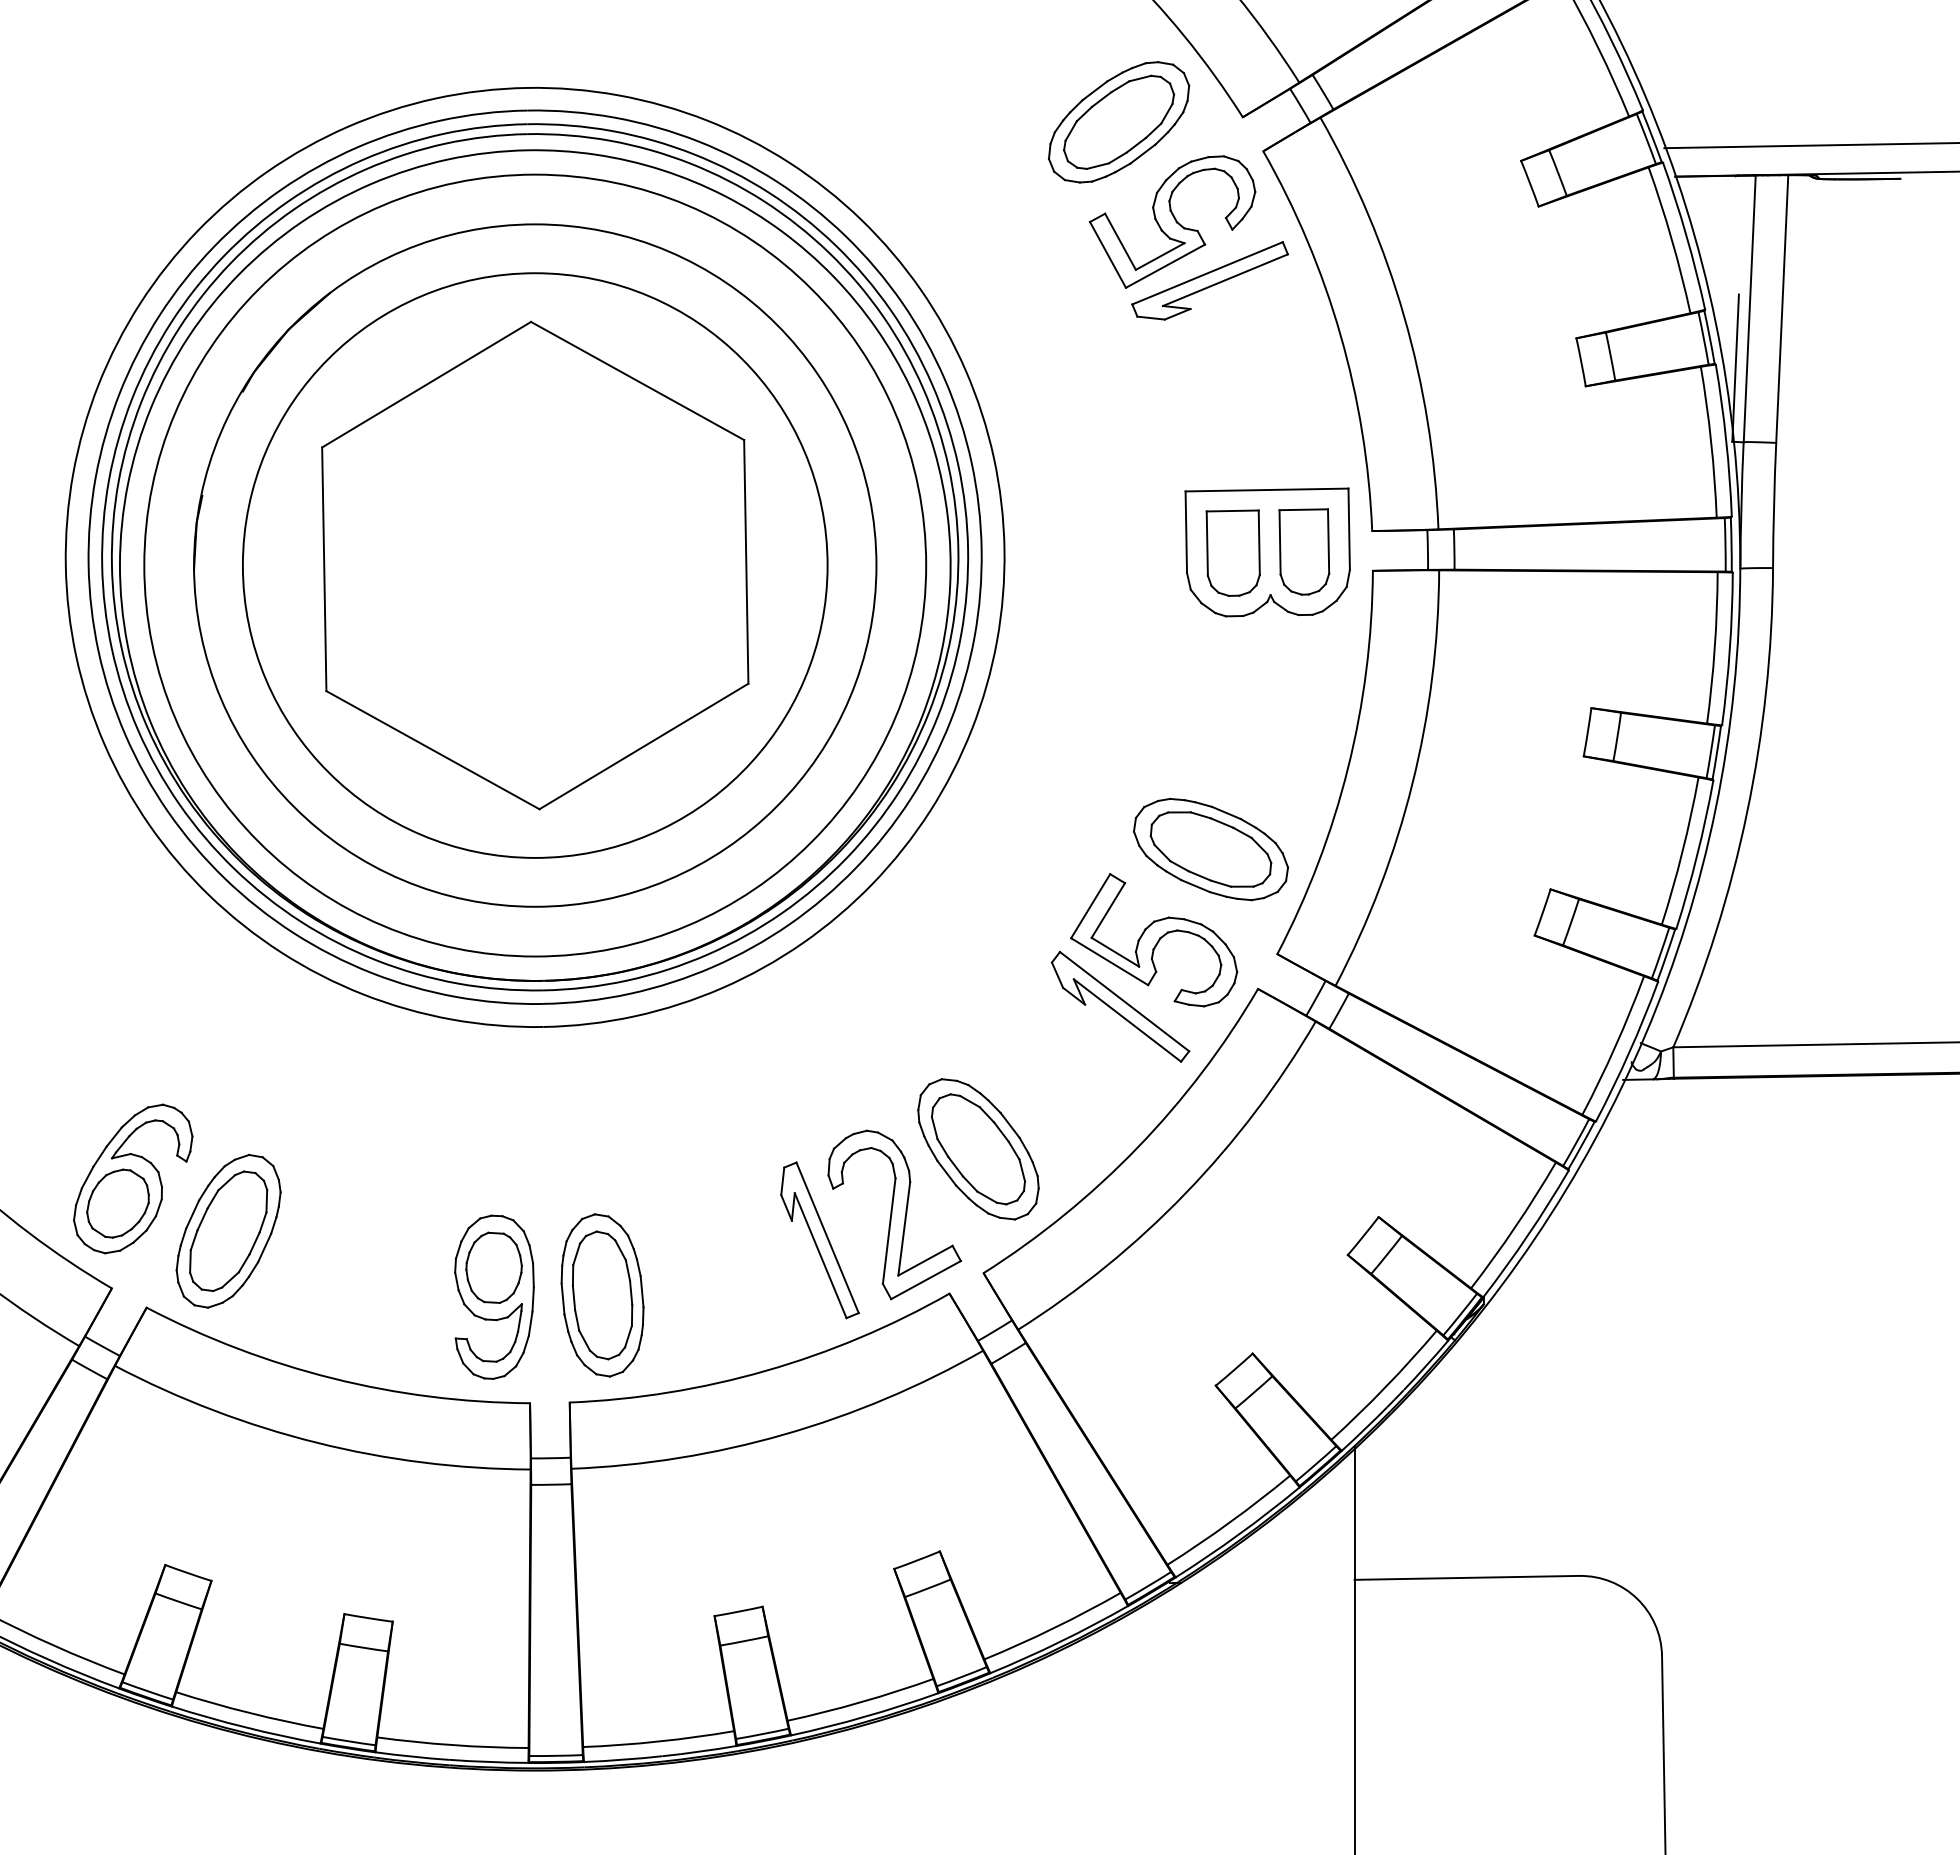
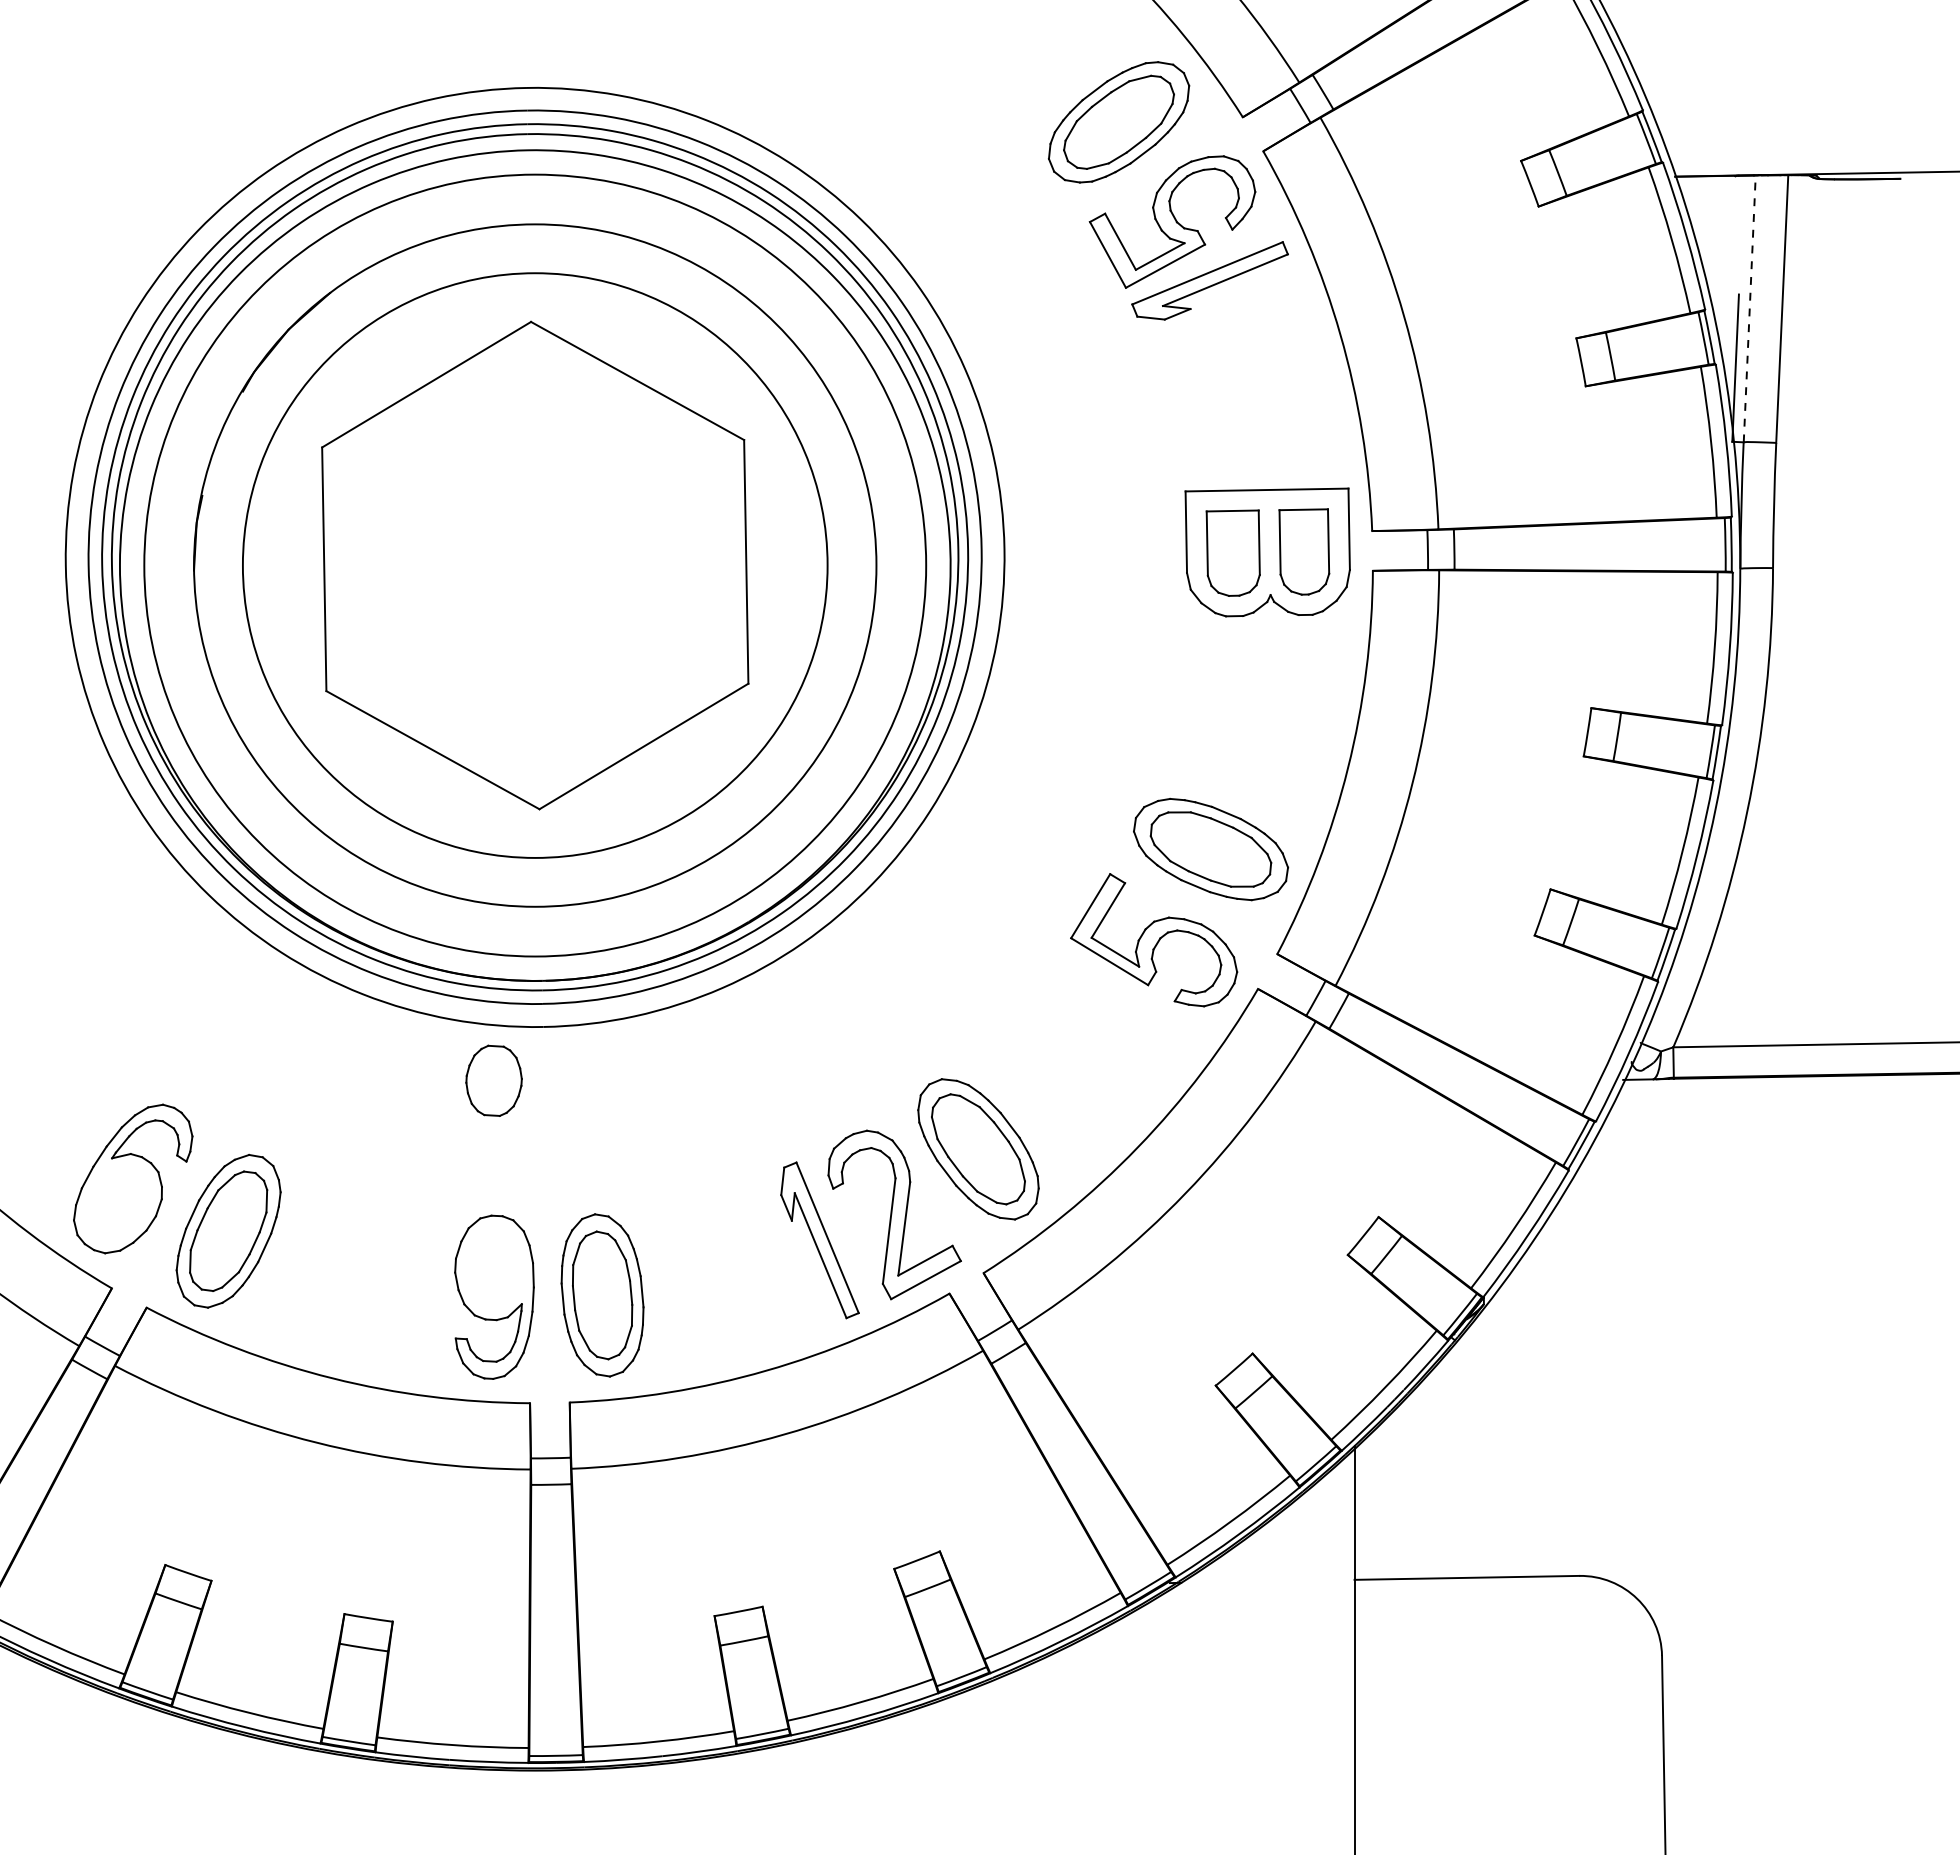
line at (1810, 145): present -> none
line at (1749, 308): solid -> dashed
part at (1120, 1006): present -> none
part at (117, 1203): present -> none
part at (493, 1267) position: (493, 1267) -> (493, 1080)
